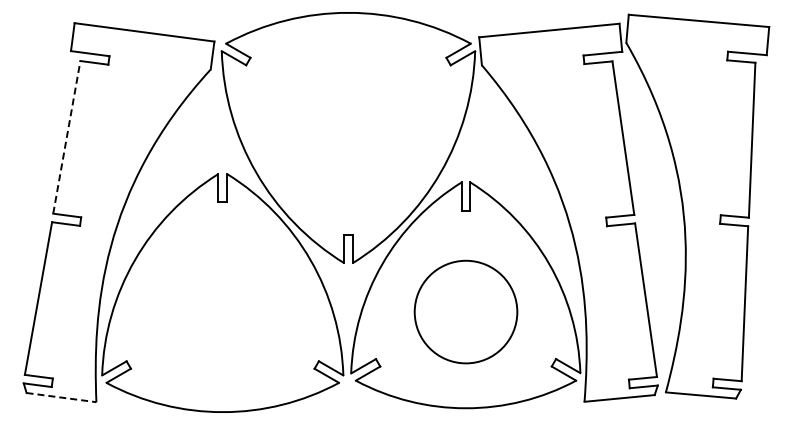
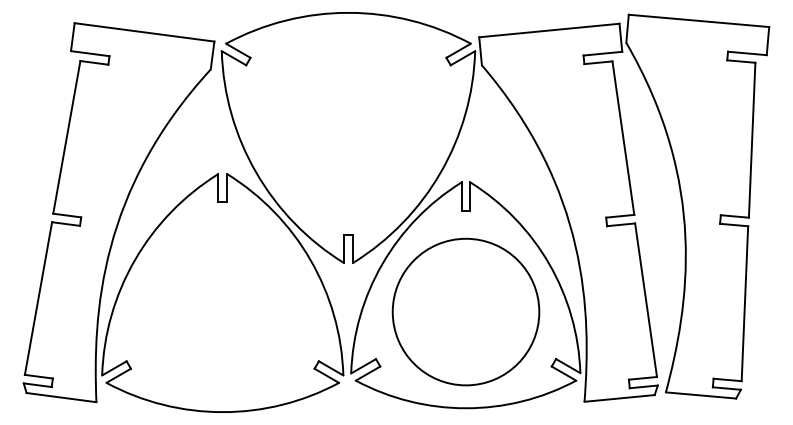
line at (66, 137): dashed -> solid
circle at (465, 311) diameter: 103 px -> 147 px
line at (62, 397): dashed -> solid
